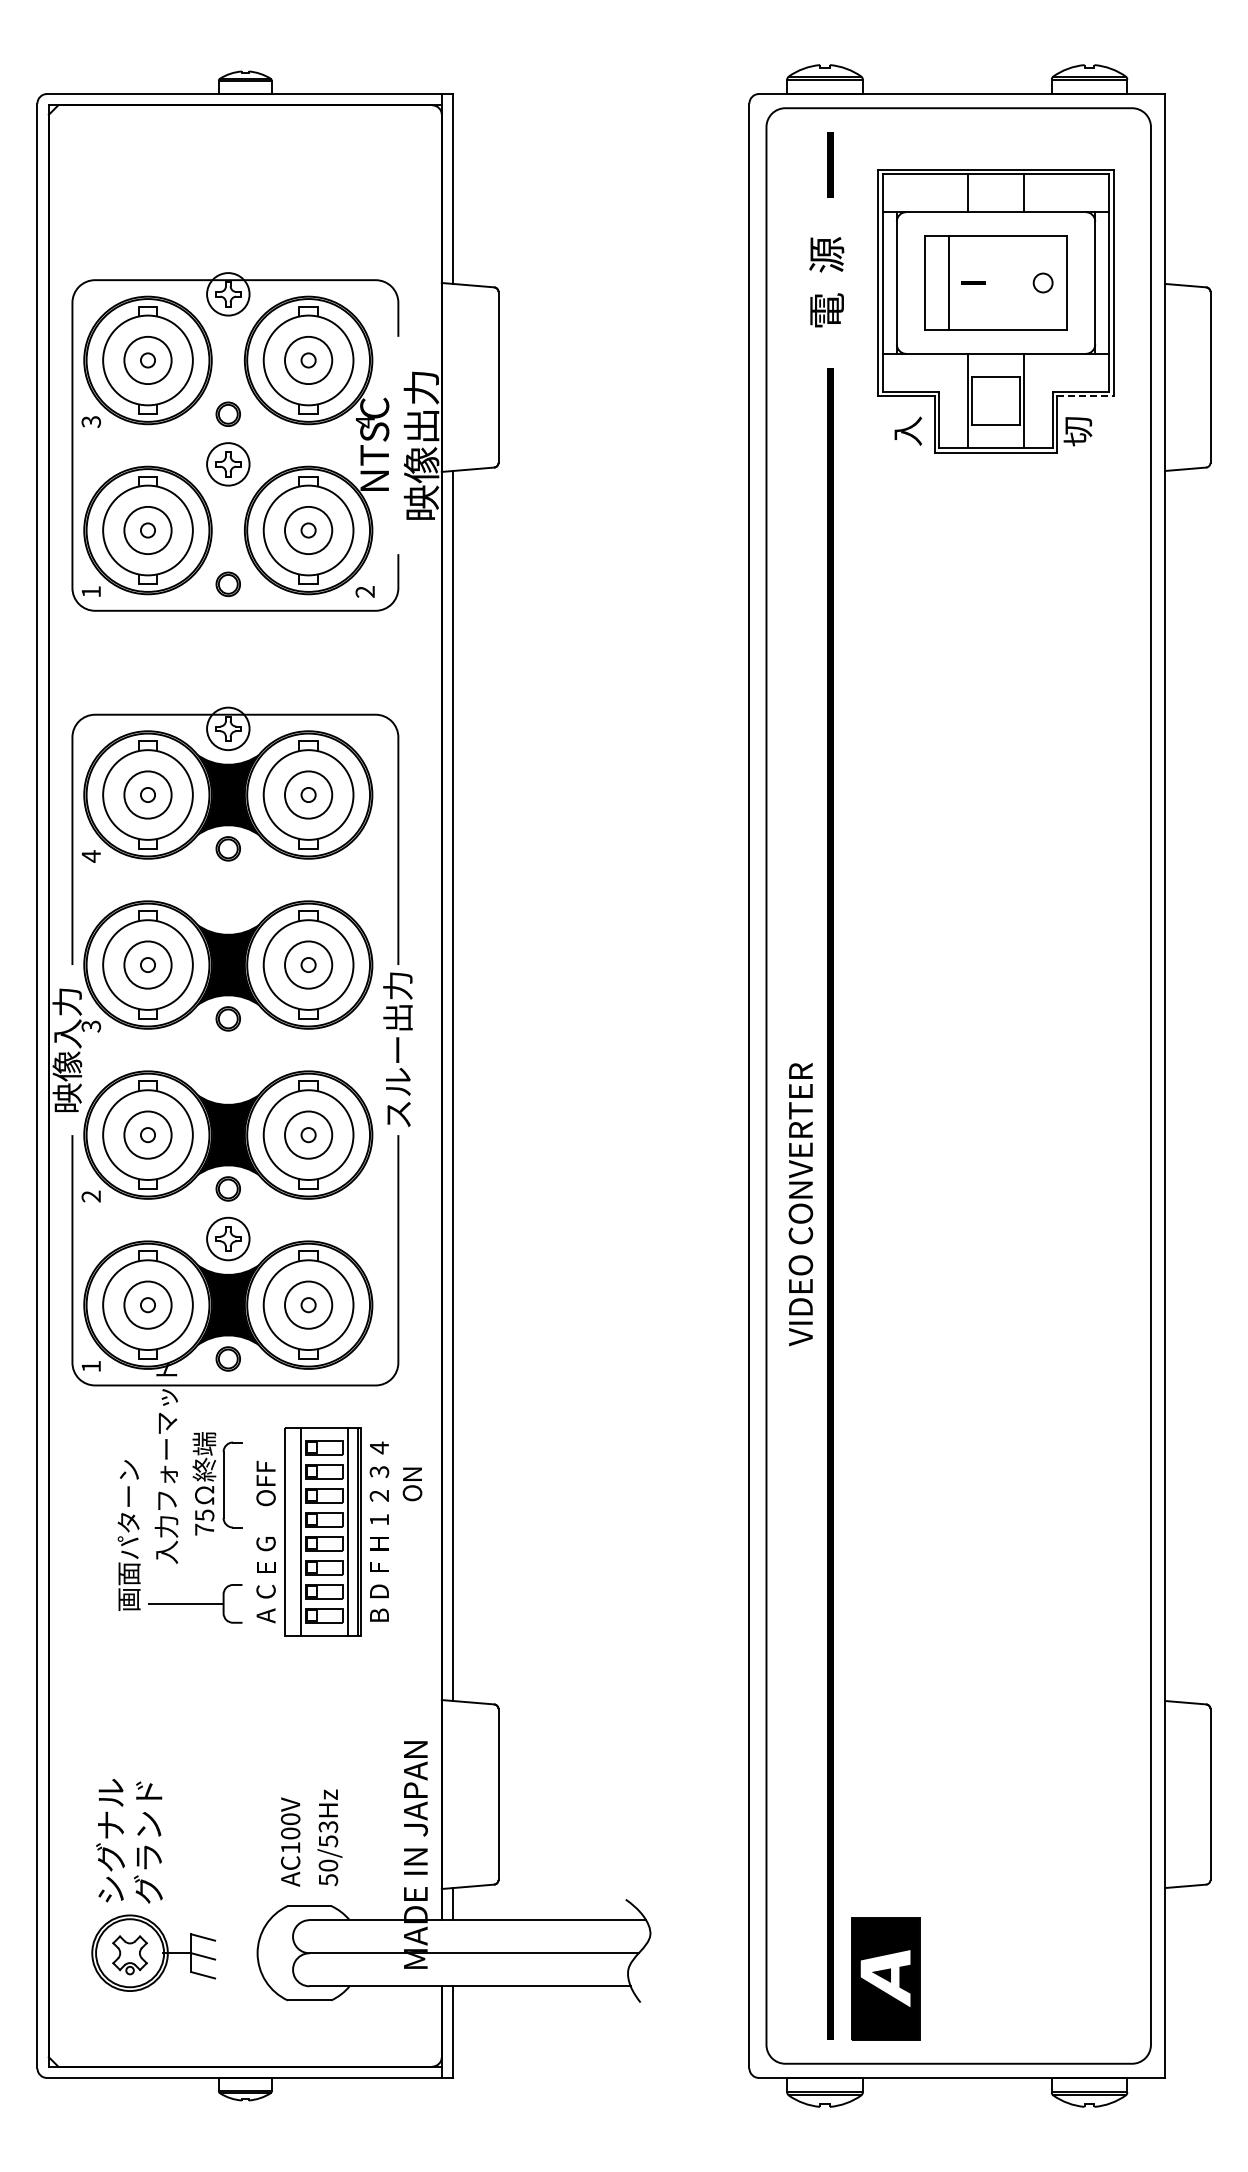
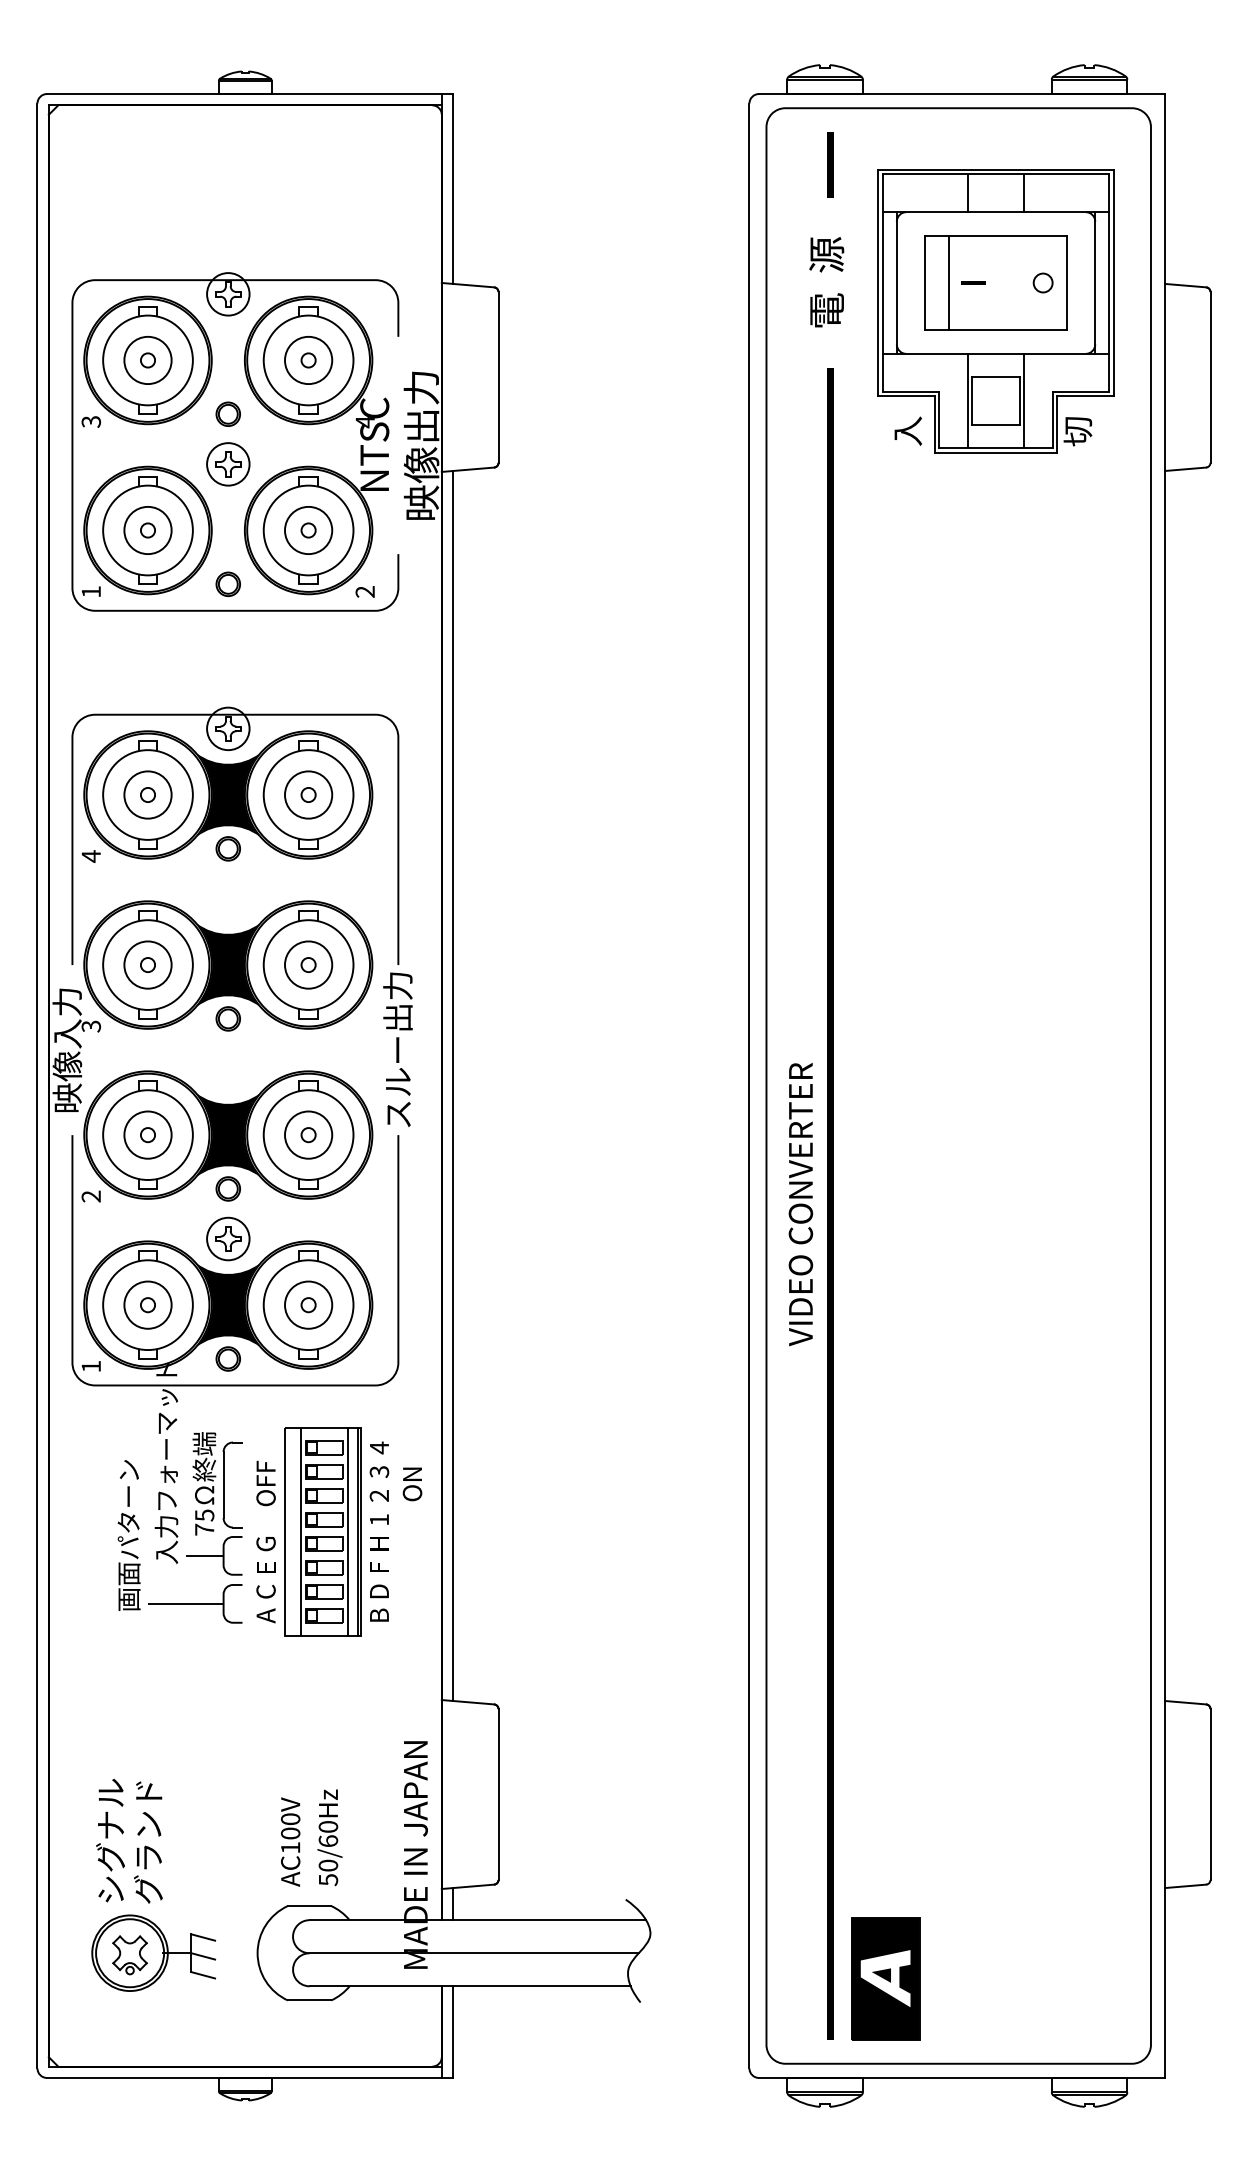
line at (1086, 396): dashed -> solid
part at (214, 1555): none -> present
text at (328, 1834): 50/53Hz -> 50/60Hz
